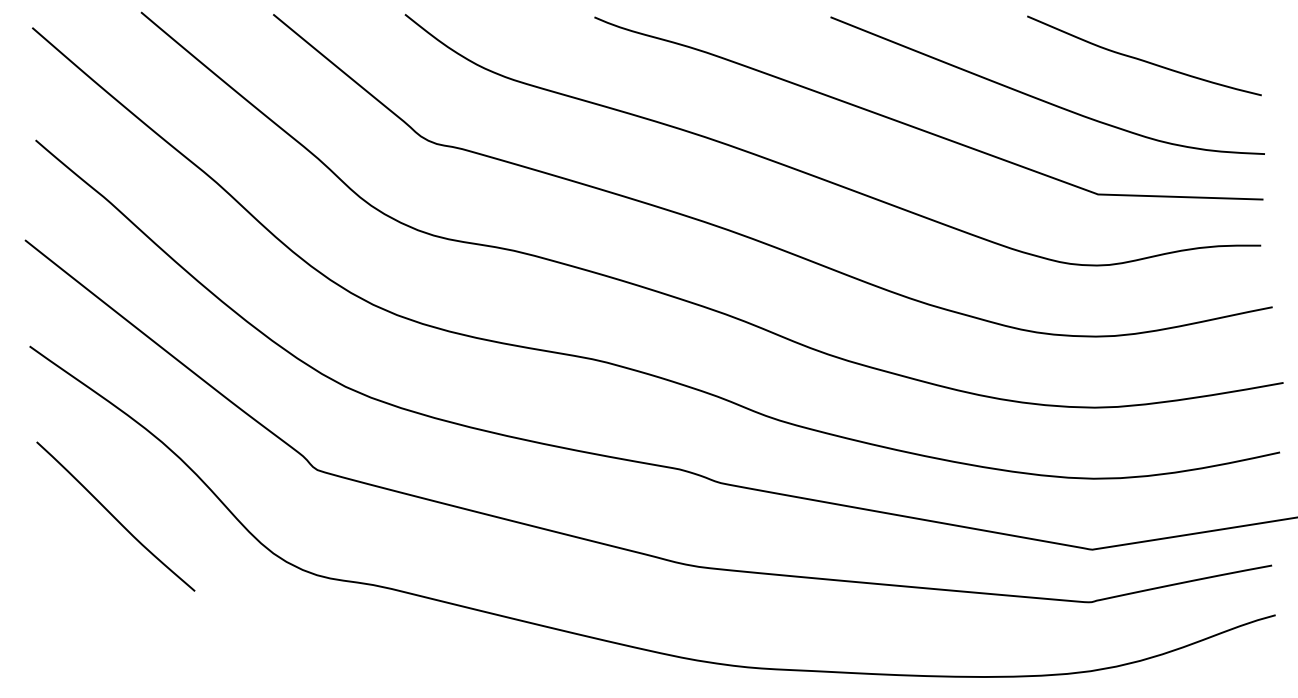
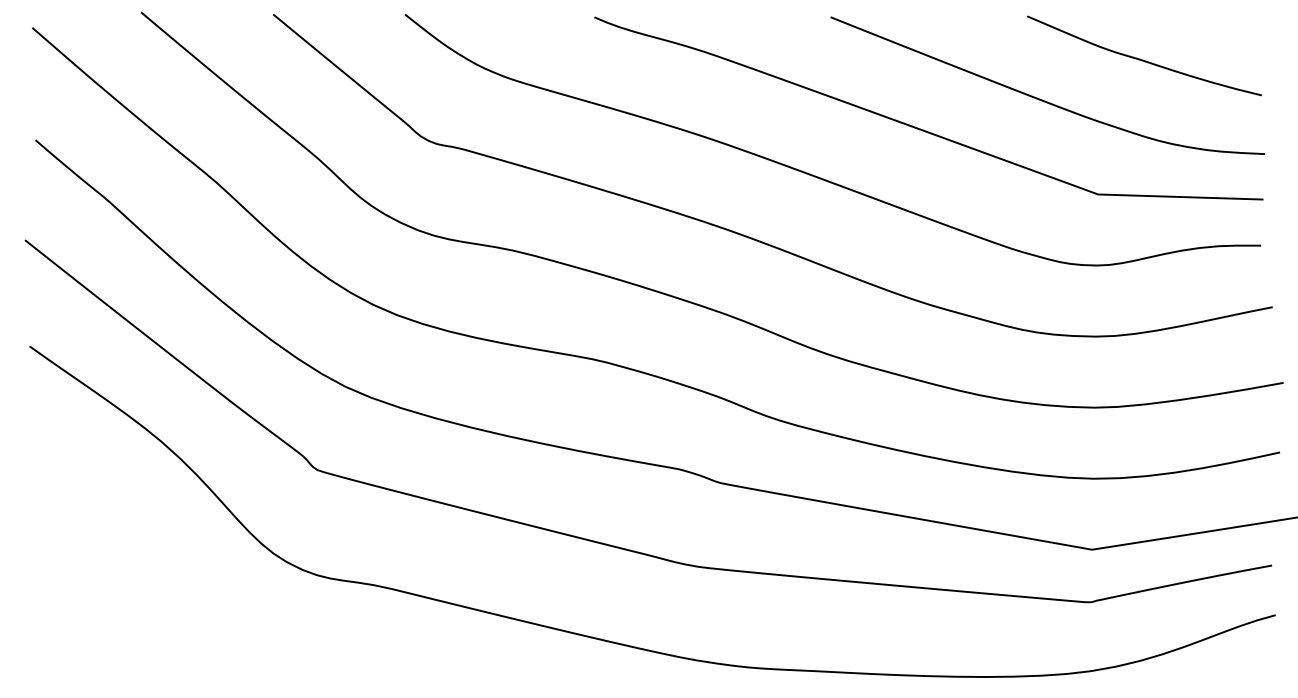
curve at (114, 516): present -> none
